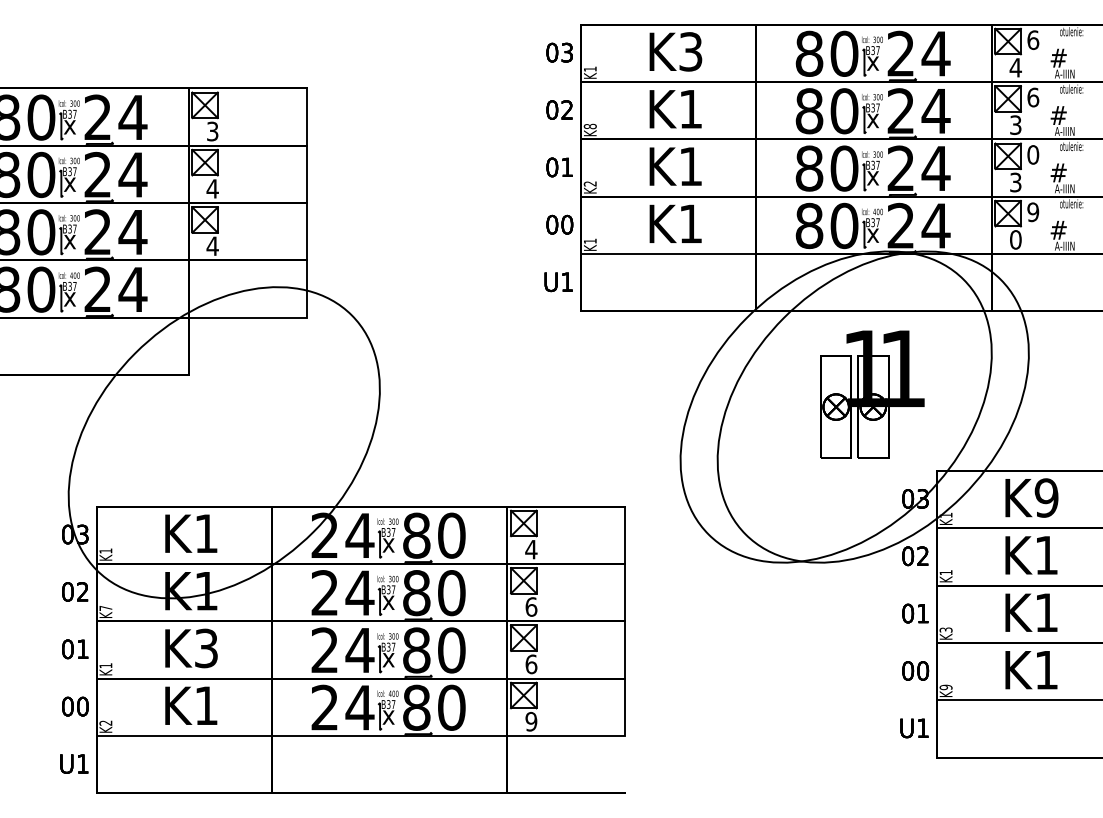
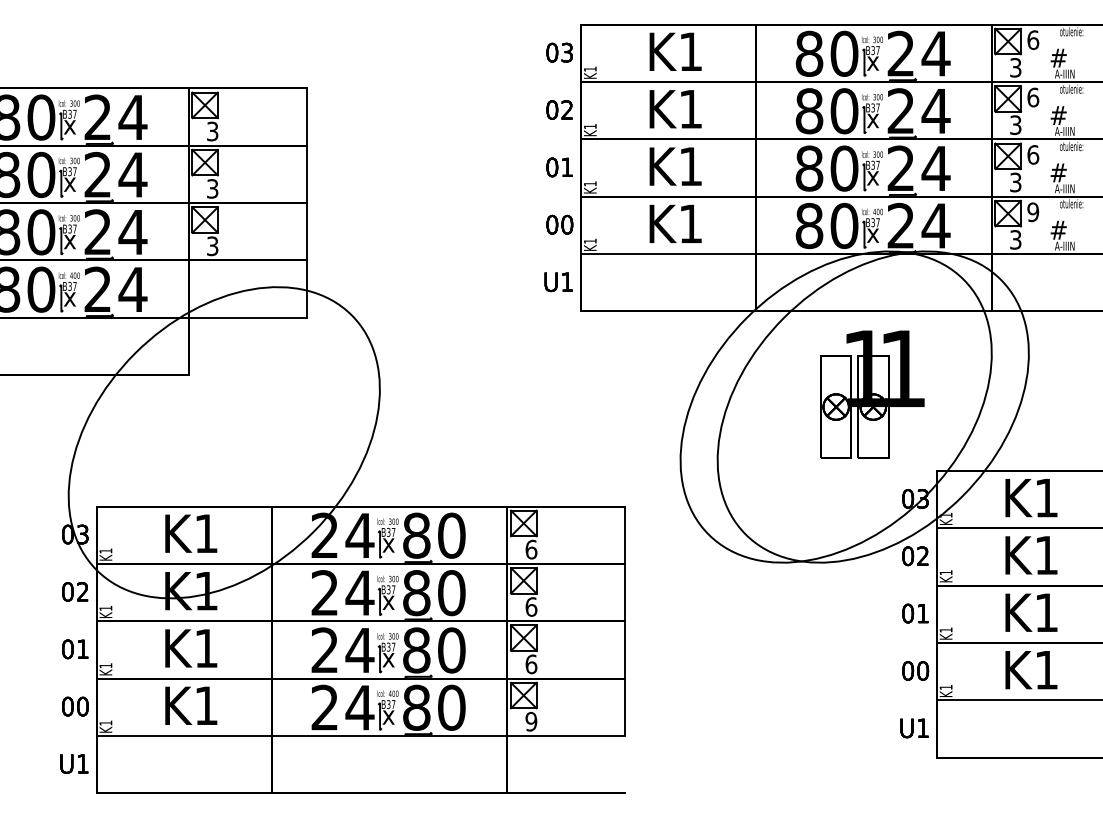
text at (690, 51): K3 -> K1
text at (1015, 67): 4 -> 3
text at (589, 126): K8 -> K1
text at (1033, 154): 0 -> 6
text at (589, 183): K2 -> K1
text at (212, 188): 4 -> 3
text at (1015, 239): 0 -> 3
text at (212, 246): 4 -> 3
text at (1046, 497): K9 -> K1
text at (531, 549): 4 -> 6
text at (105, 608): K7 -> K1
text at (945, 629): K3 -> K1
text at (206, 648): K3 -> K1
text at (945, 687): K9 -> K1
text at (105, 722): K2 -> K1
